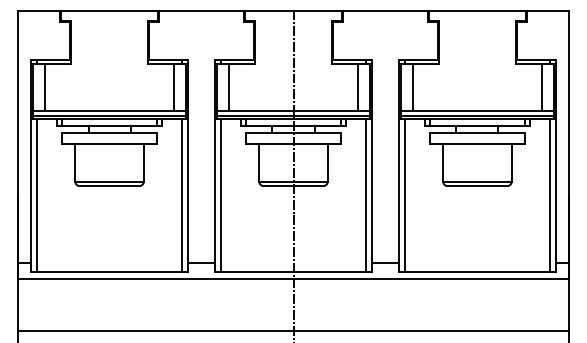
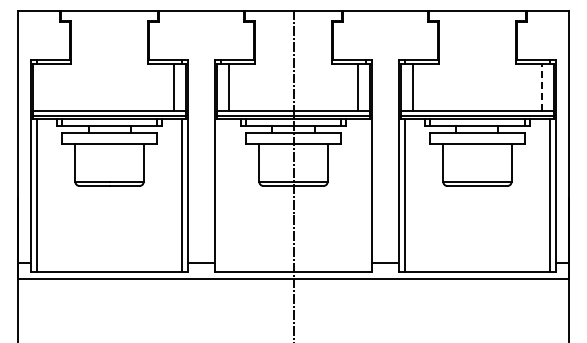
line at (45, 86): present -> none
line at (541, 87): solid -> dashed
line at (221, 194): present -> none
line at (365, 194): present -> none
line at (293, 330): present -> none
